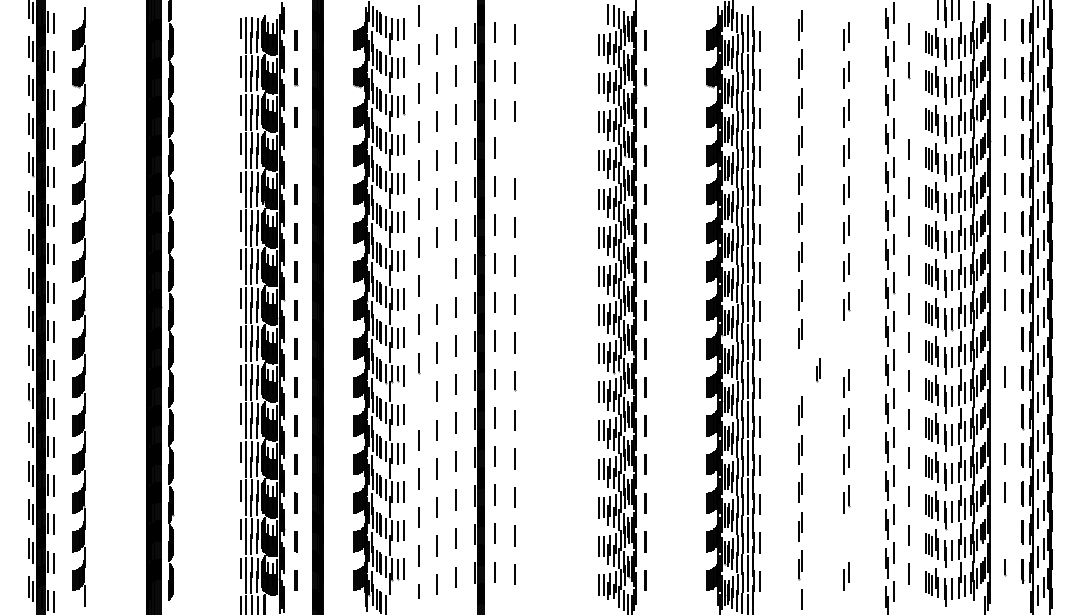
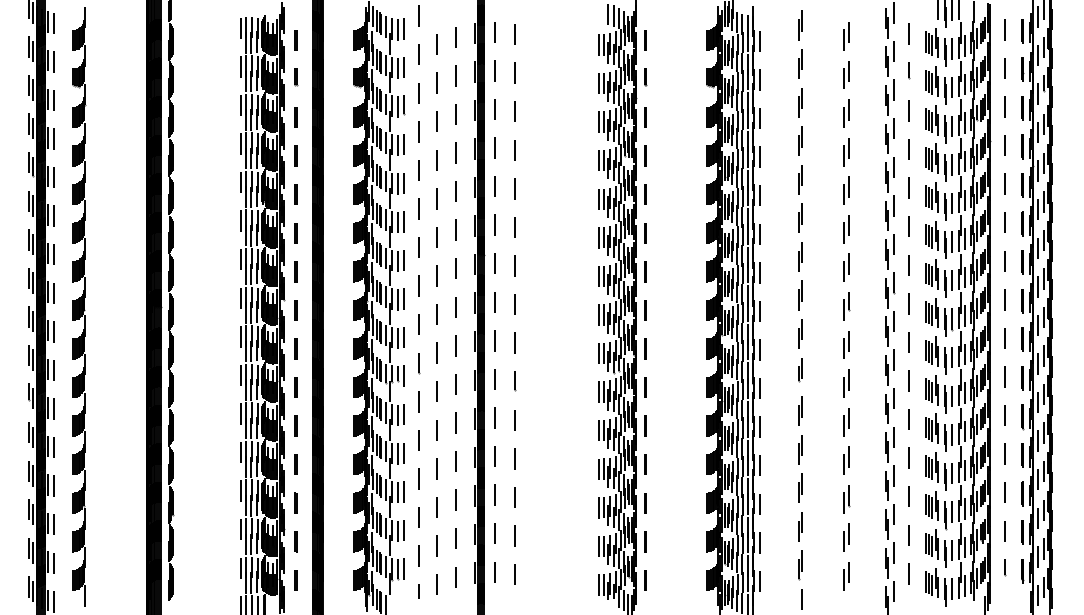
line at (908, 110): none -> present
line at (514, 150): none -> present
line at (295, 155): none -> present
line at (436, 275): none -> present
line at (1004, 338): none -> present
part at (846, 344): none -> present
part at (818, 370) position: (818, 370) -> (800, 370)
line at (418, 401): none -> present
line at (1004, 415): none -> present
line at (1004, 531): none -> present
part at (846, 537): none -> present
